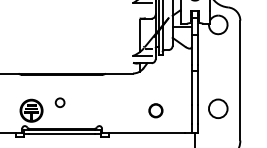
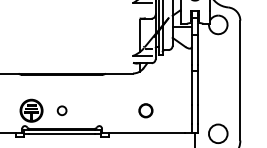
circle at (59, 102) position: (59, 102) -> (61, 110)
circle at (218, 108) position: (218, 108) -> (218, 133)
circle at (155, 110) position: (155, 110) -> (145, 110)
